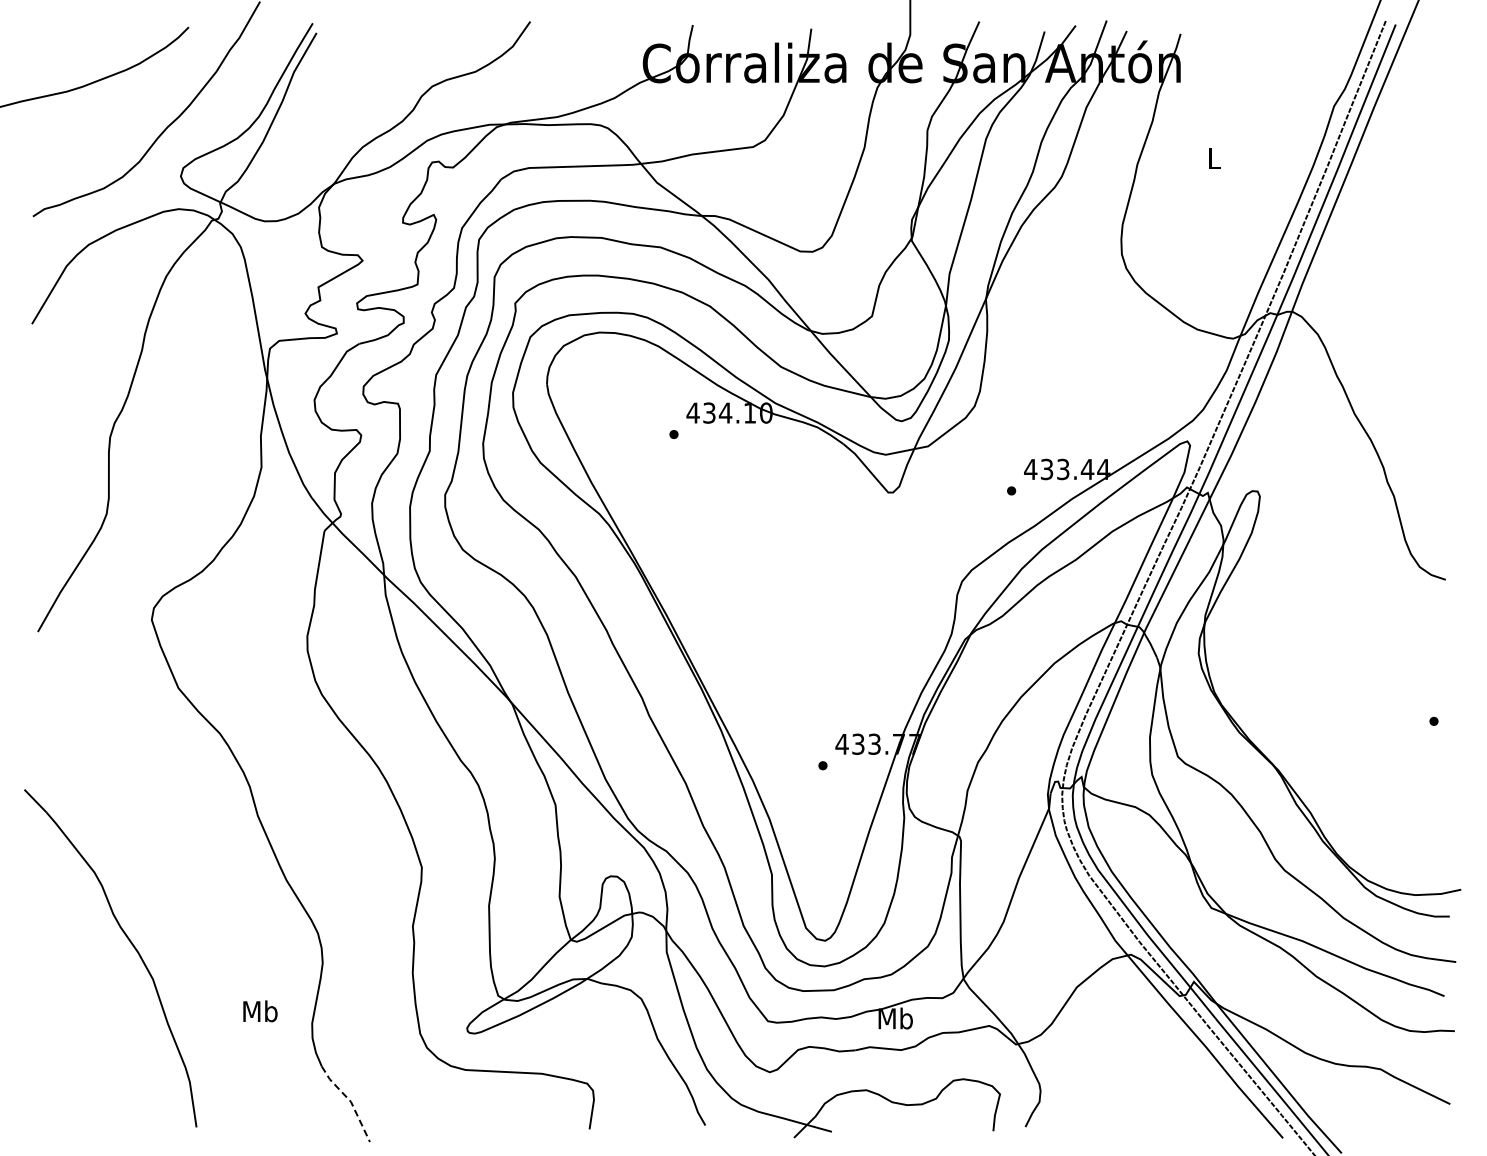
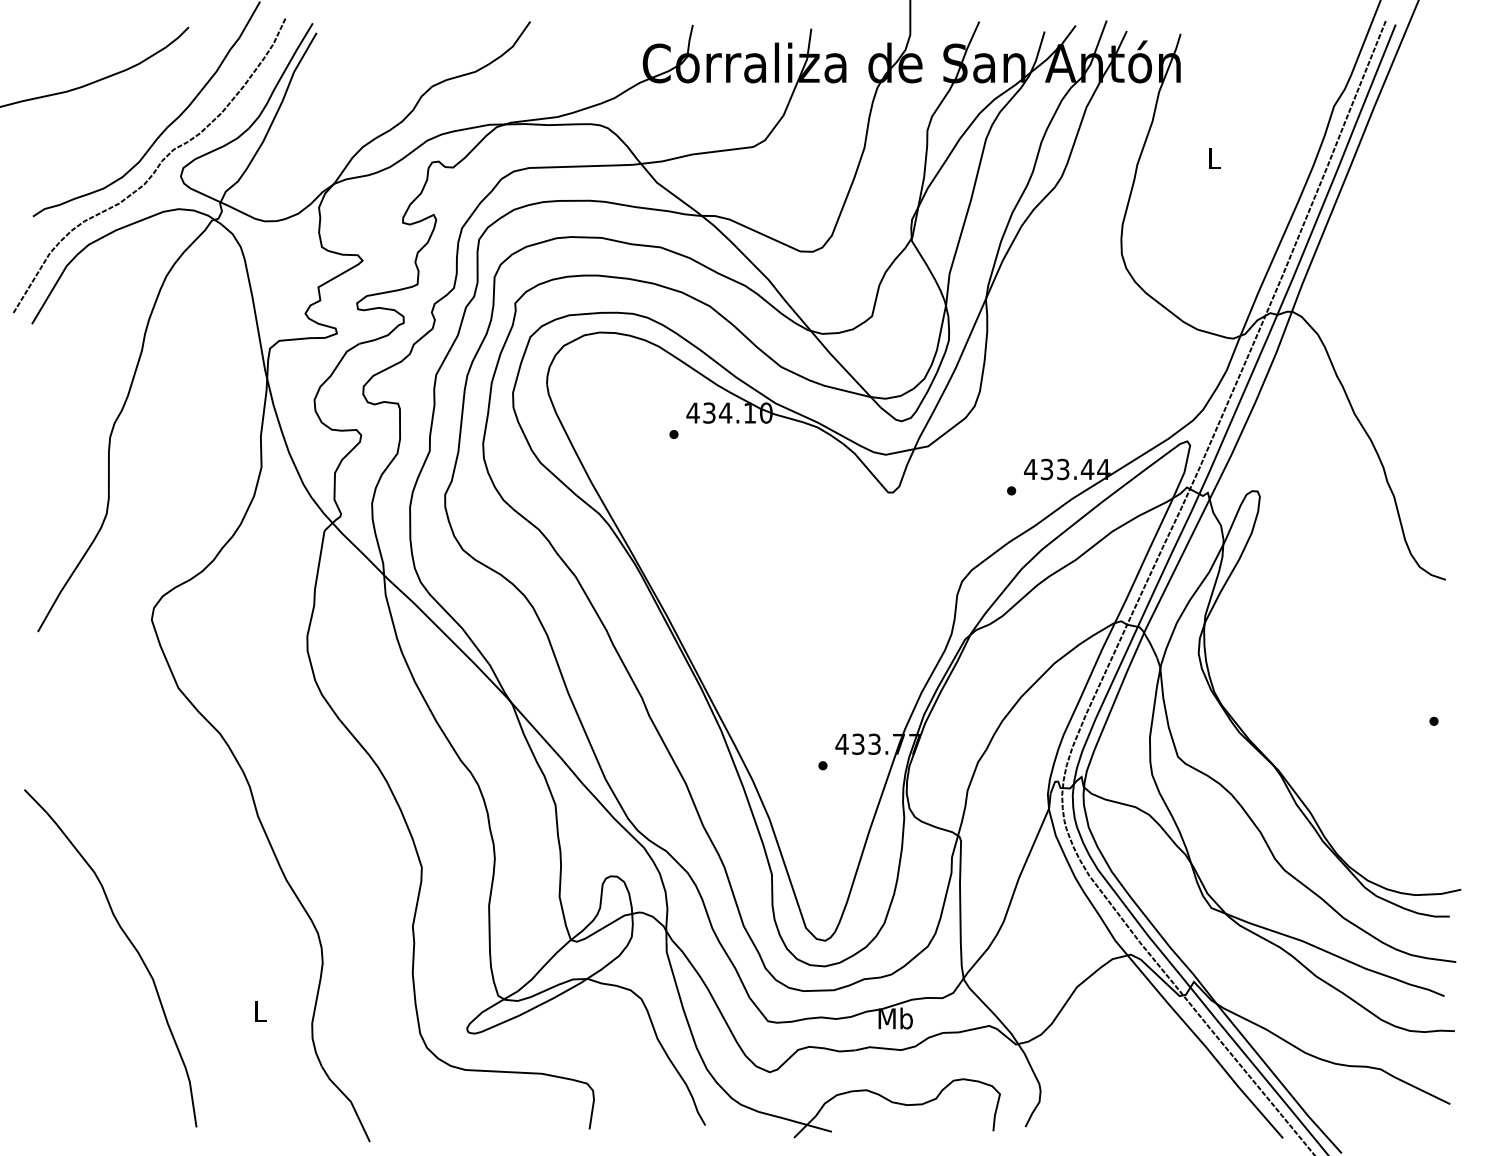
curve at (154, 170): none -> present
text at (260, 1011): Mb -> L
line at (350, 1101): dashed -> solid
